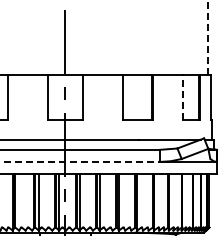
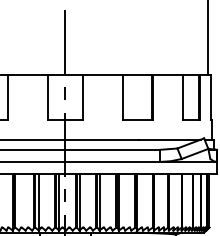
line at (207, 37): dashed -> solid
line at (182, 96): dashed -> solid
line at (80, 161): dashed -> solid
